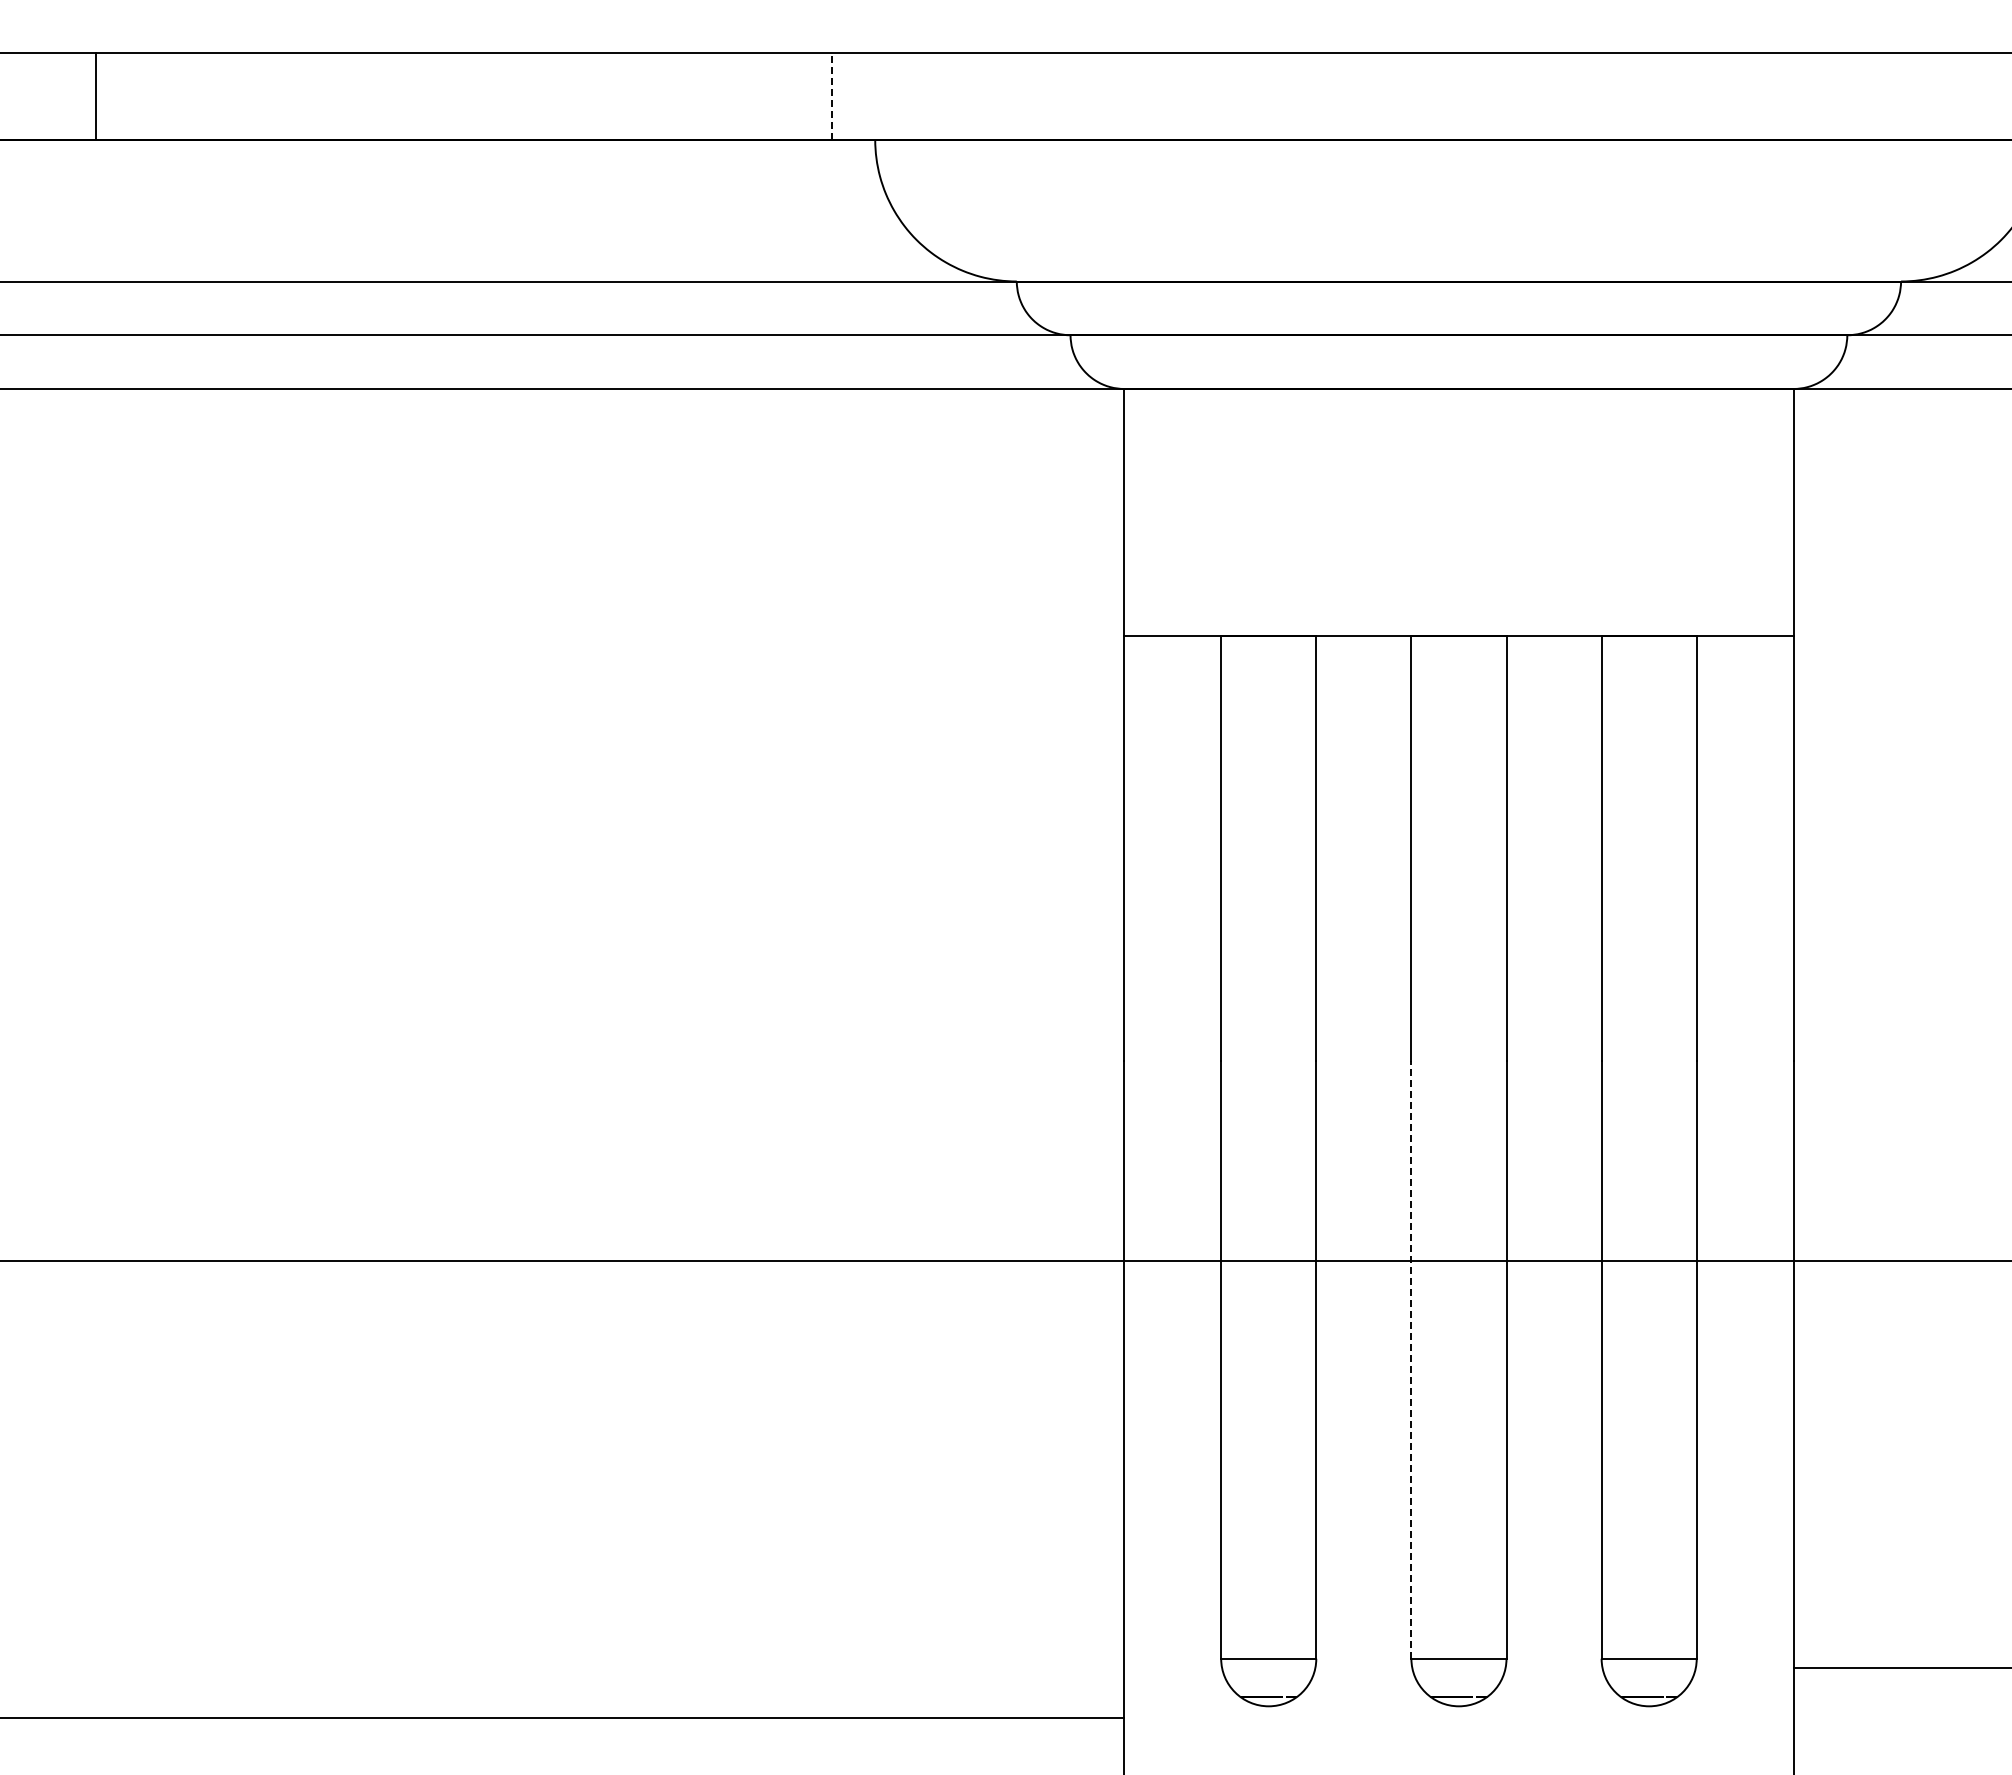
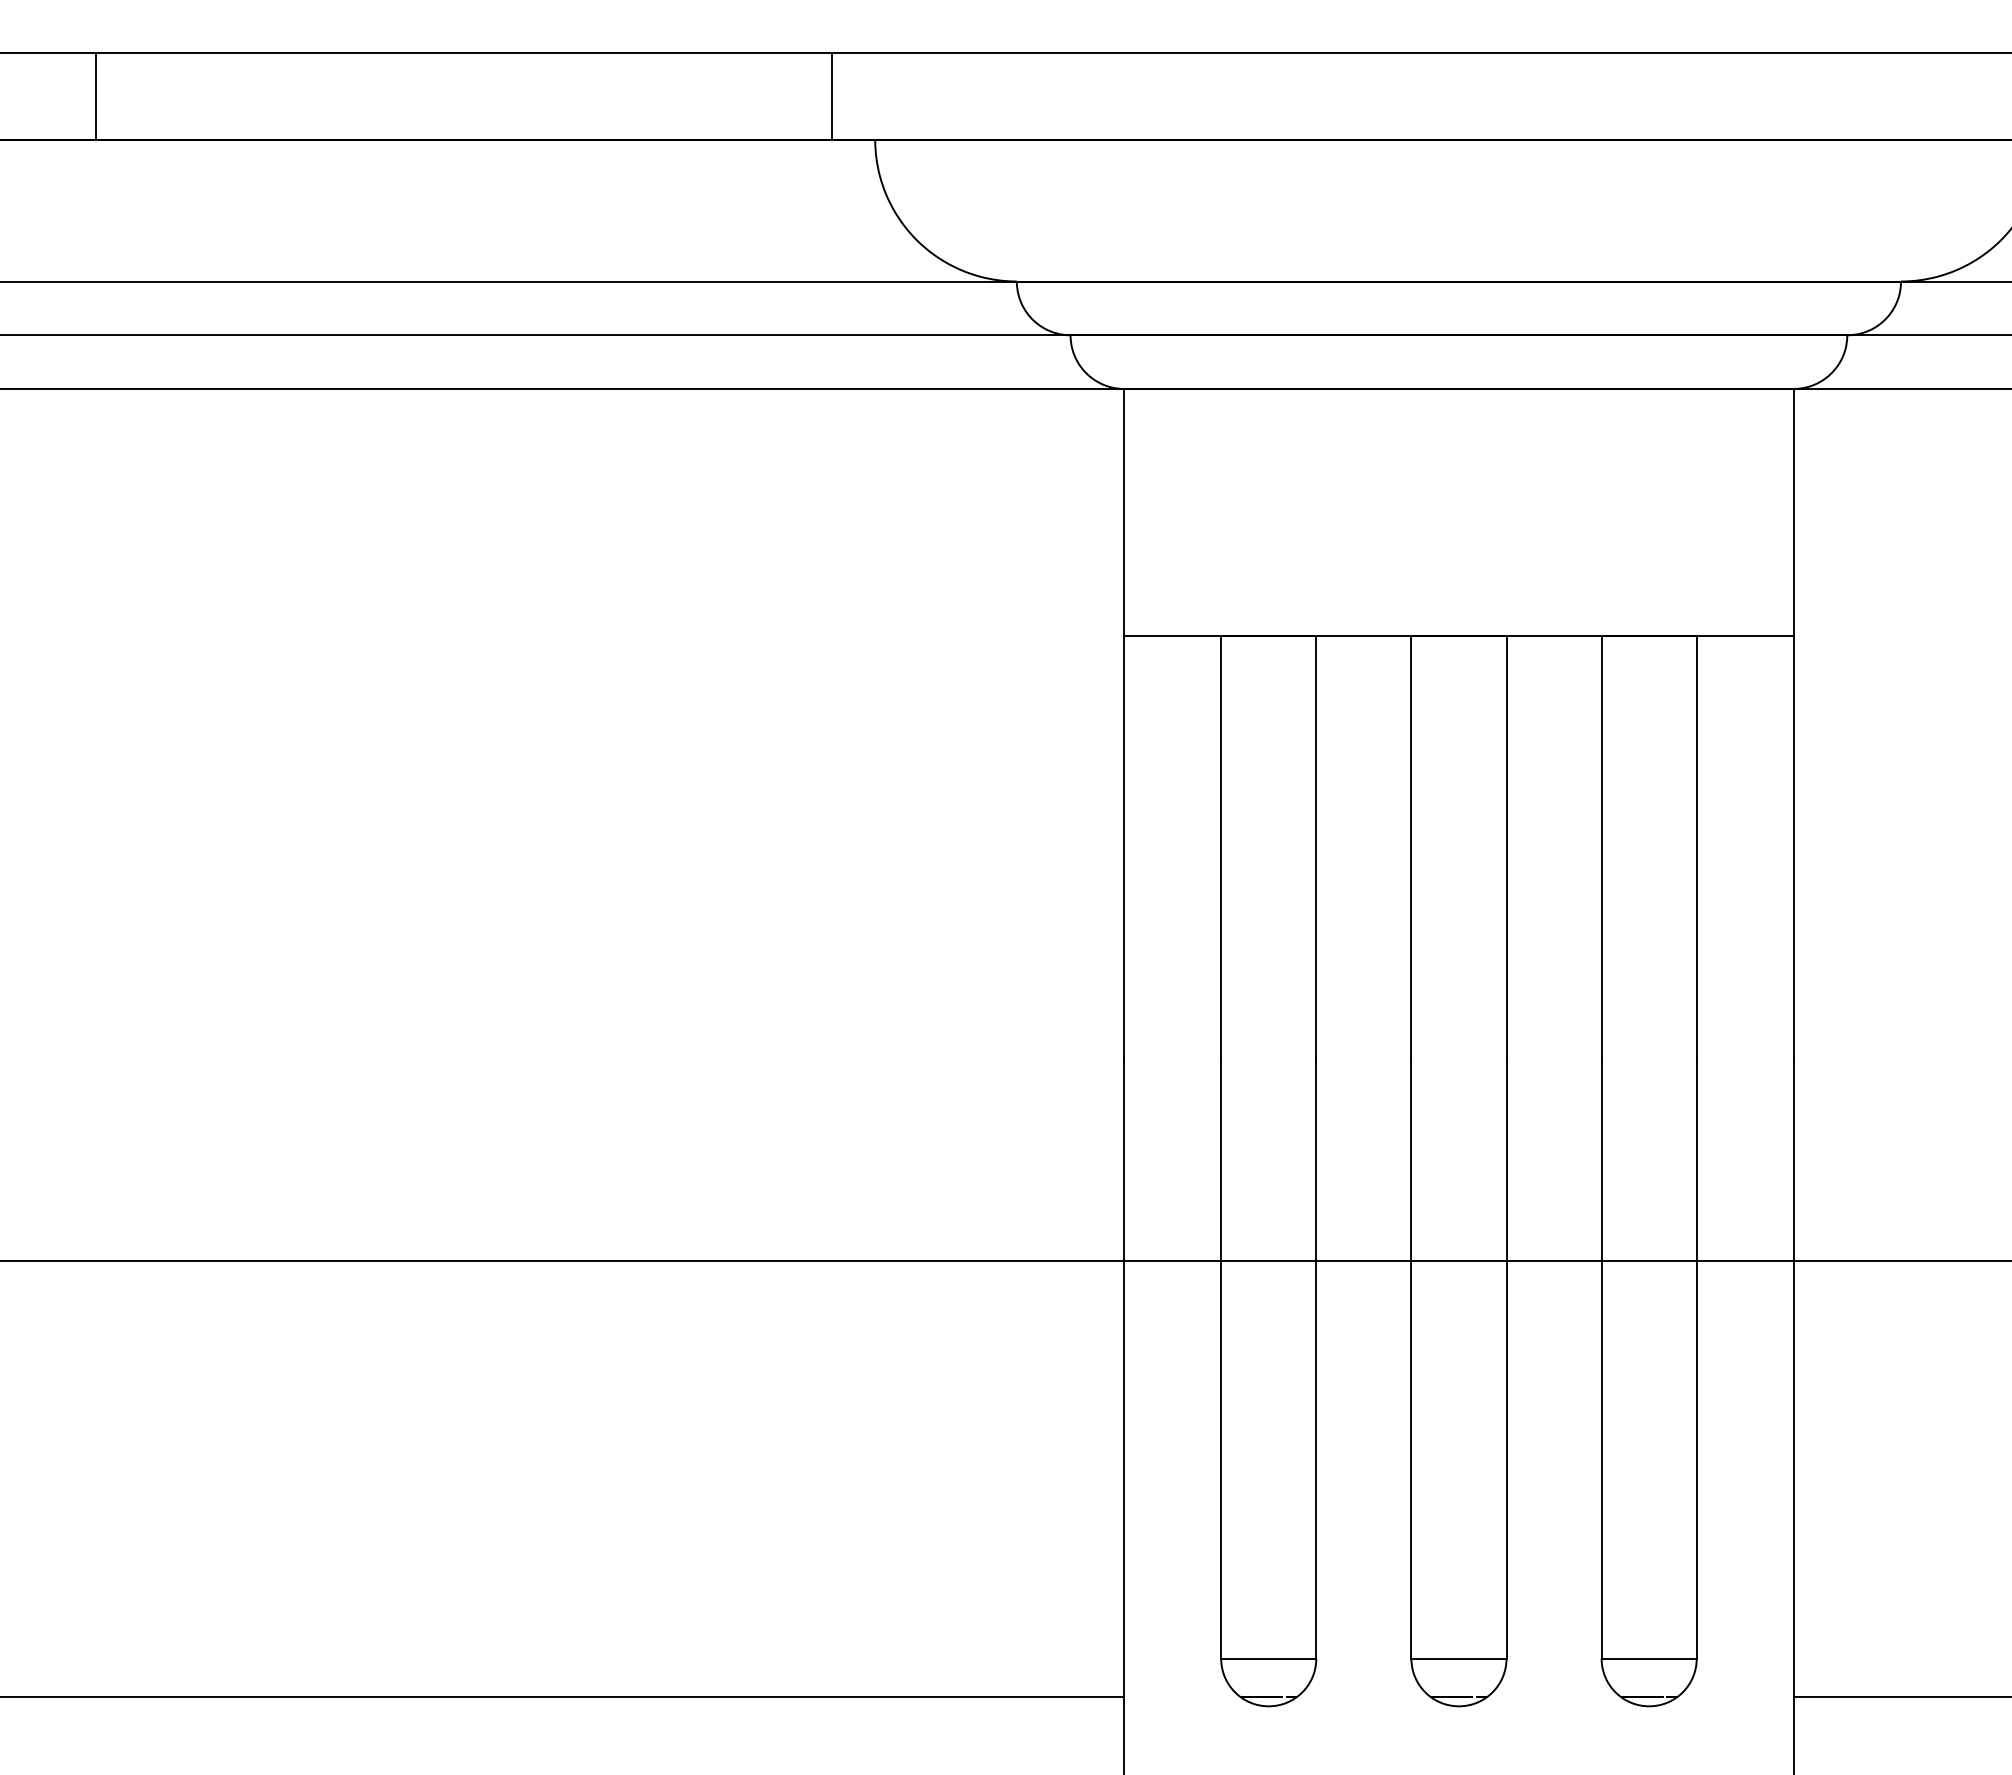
line at (831, 96): dashed -> solid
line at (1411, 1359): dashed -> solid
line at (1900, 1667) position: (1900, 1667) -> (1900, 1696)
line at (563, 1717) position: (563, 1717) -> (563, 1696)
